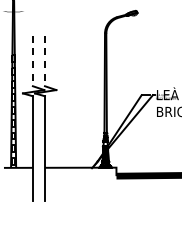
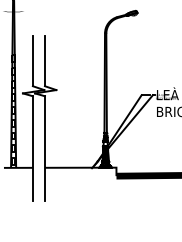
line at (32, 61): dashed -> solid
line at (44, 61): dashed -> solid
